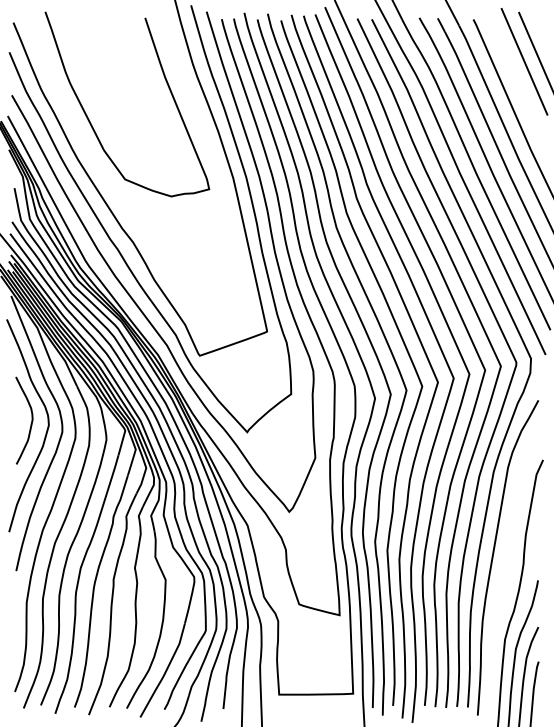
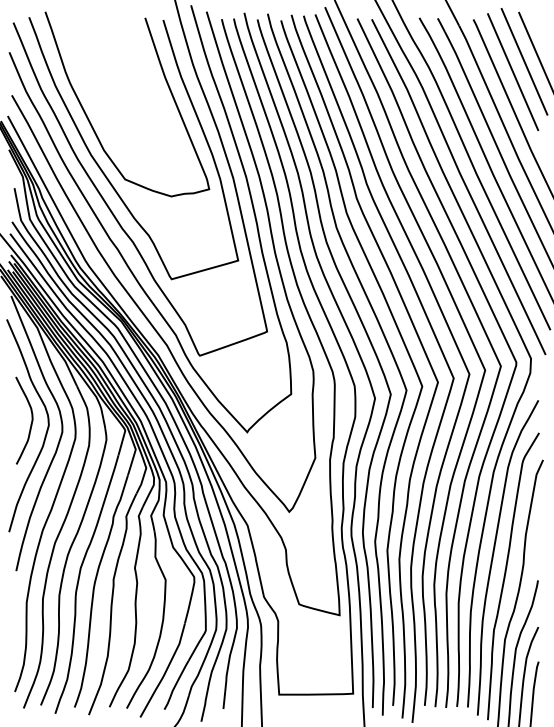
line at (513, 72): none -> present
curve at (102, 169): none -> present
curve at (506, 573): none -> present
